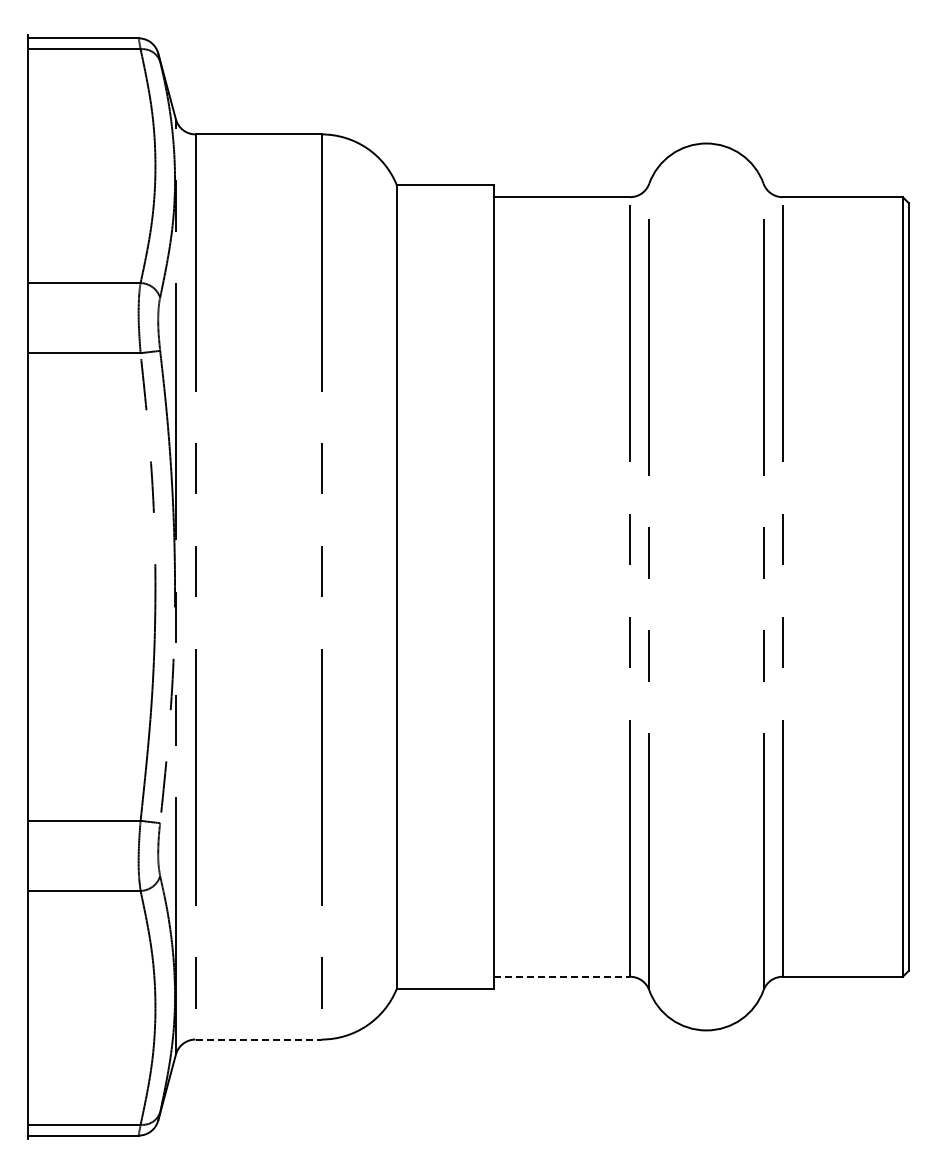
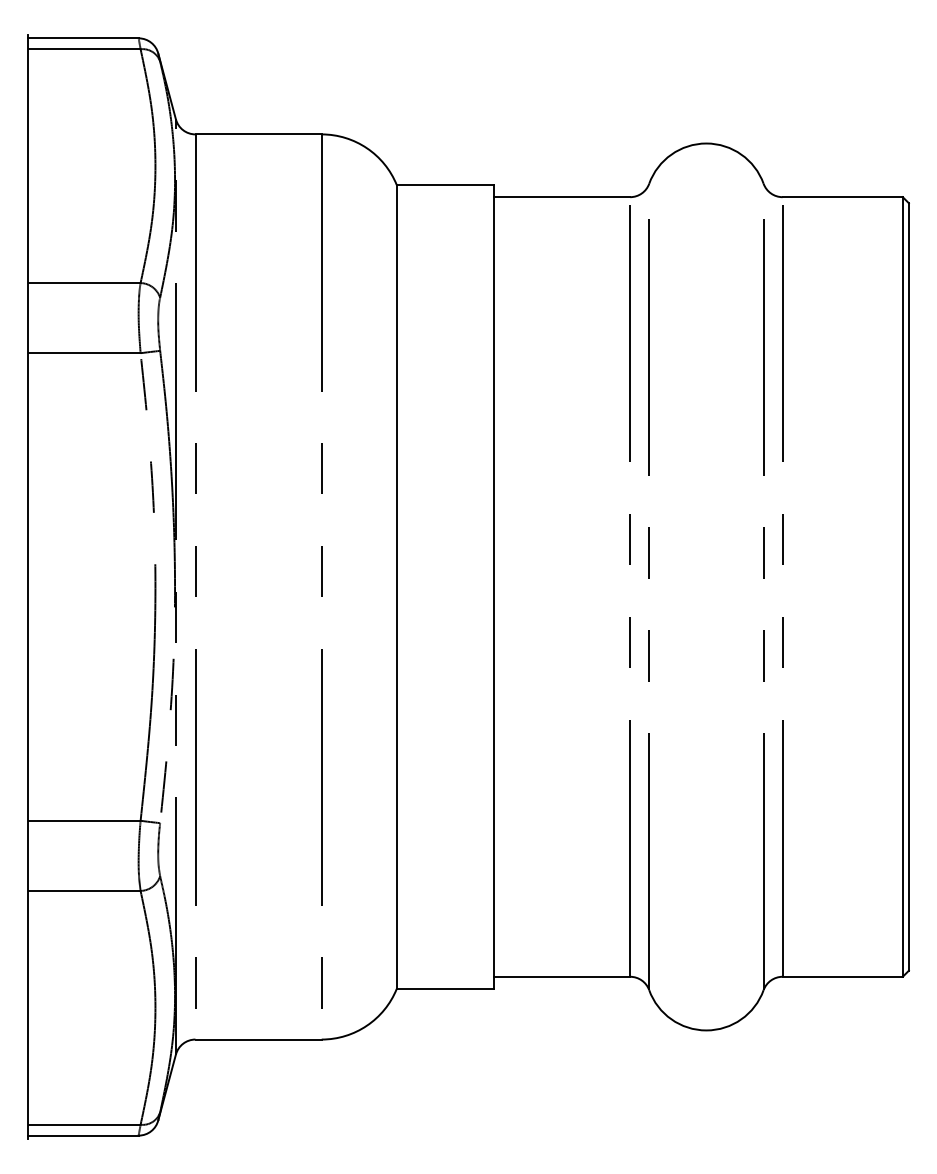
line at (562, 976): dashed -> solid
line at (259, 1039): dashed -> solid
